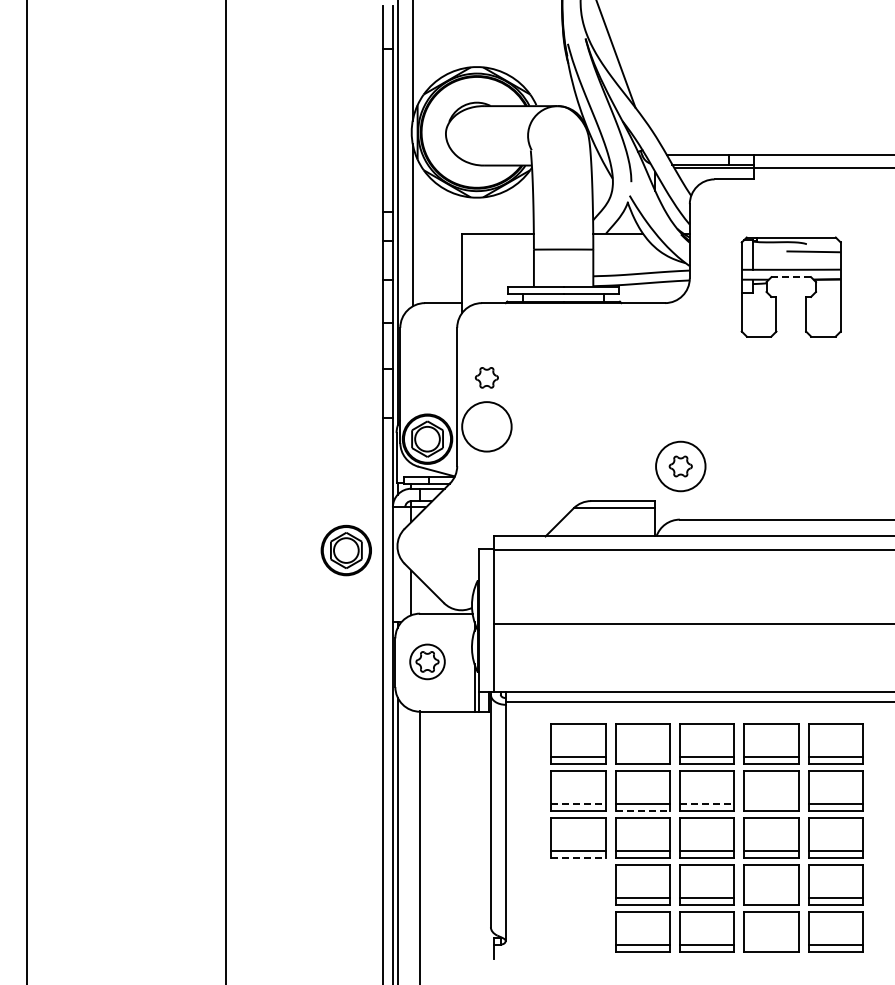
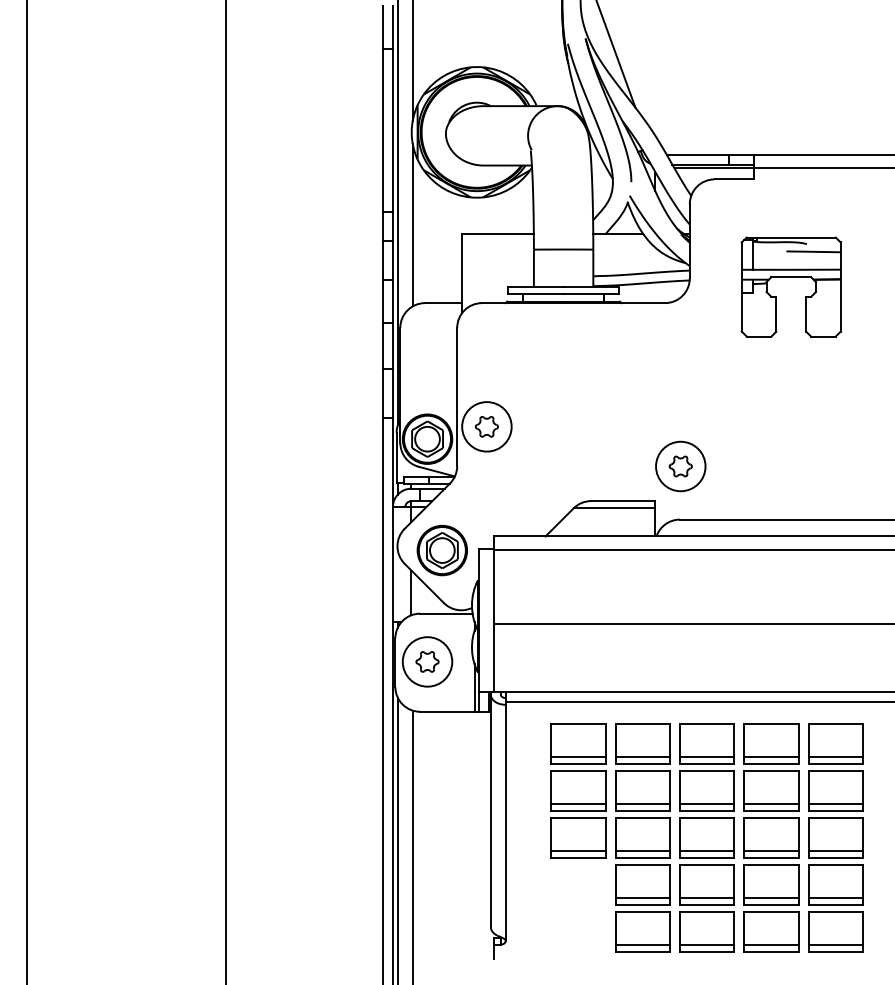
line at (791, 277): dashed -> solid
part at (486, 377) position: (486, 377) -> (486, 426)
part at (345, 550) position: (345, 550) -> (441, 550)
circle at (427, 661) diameter: 35 px -> 49 px
line at (642, 756): none -> present
line at (578, 803): dashed -> solid
line at (707, 803): dashed -> solid
line at (771, 803): none -> present
line at (643, 810): dashed -> solid
line at (419, 845) position: (419, 845) -> (412, 845)
line at (578, 857): dashed -> solid
line at (771, 898): none -> present
line at (771, 945): none -> present
